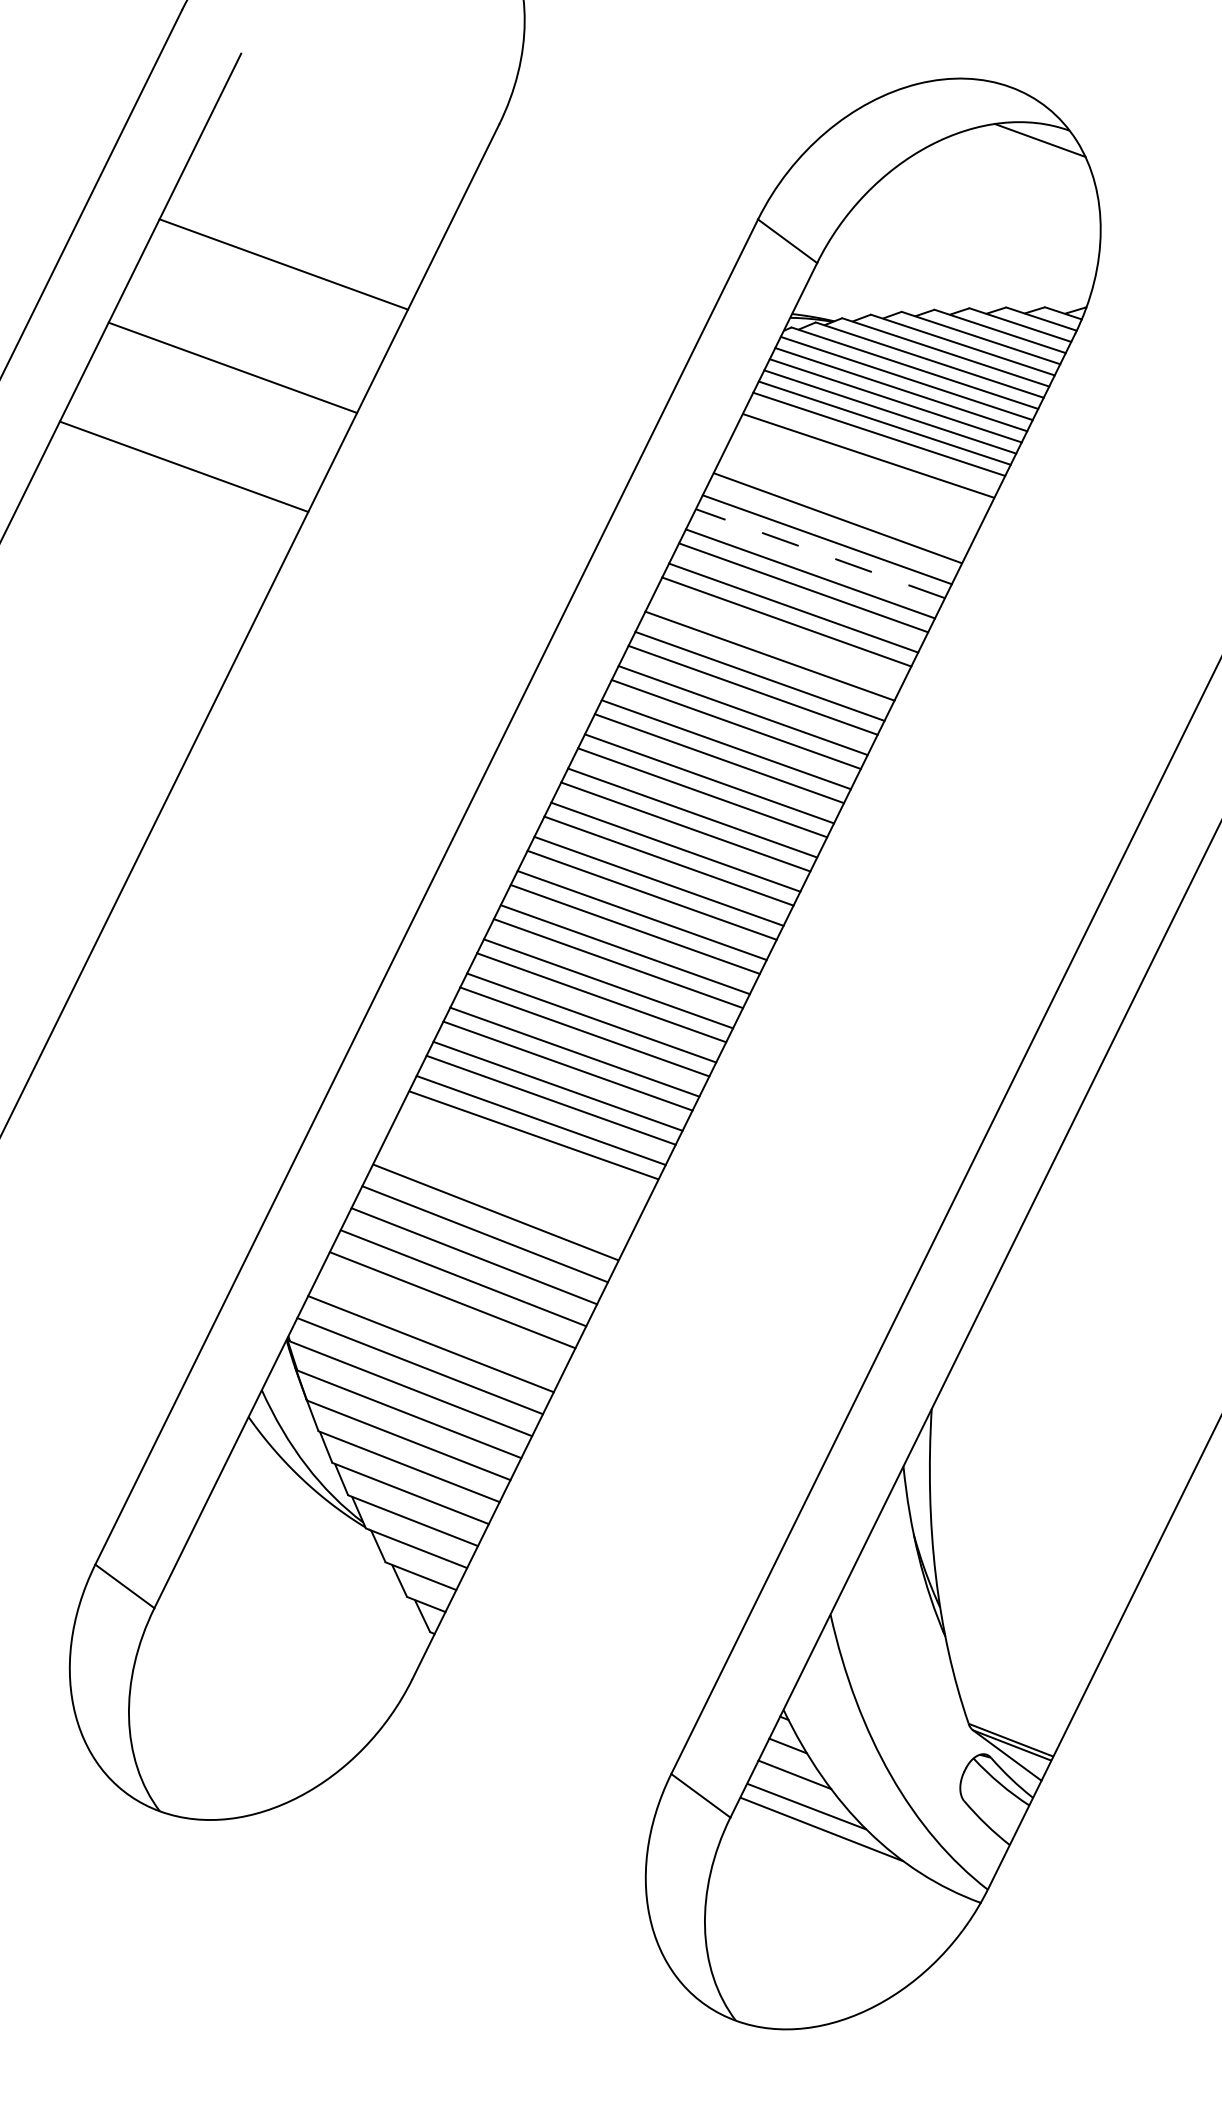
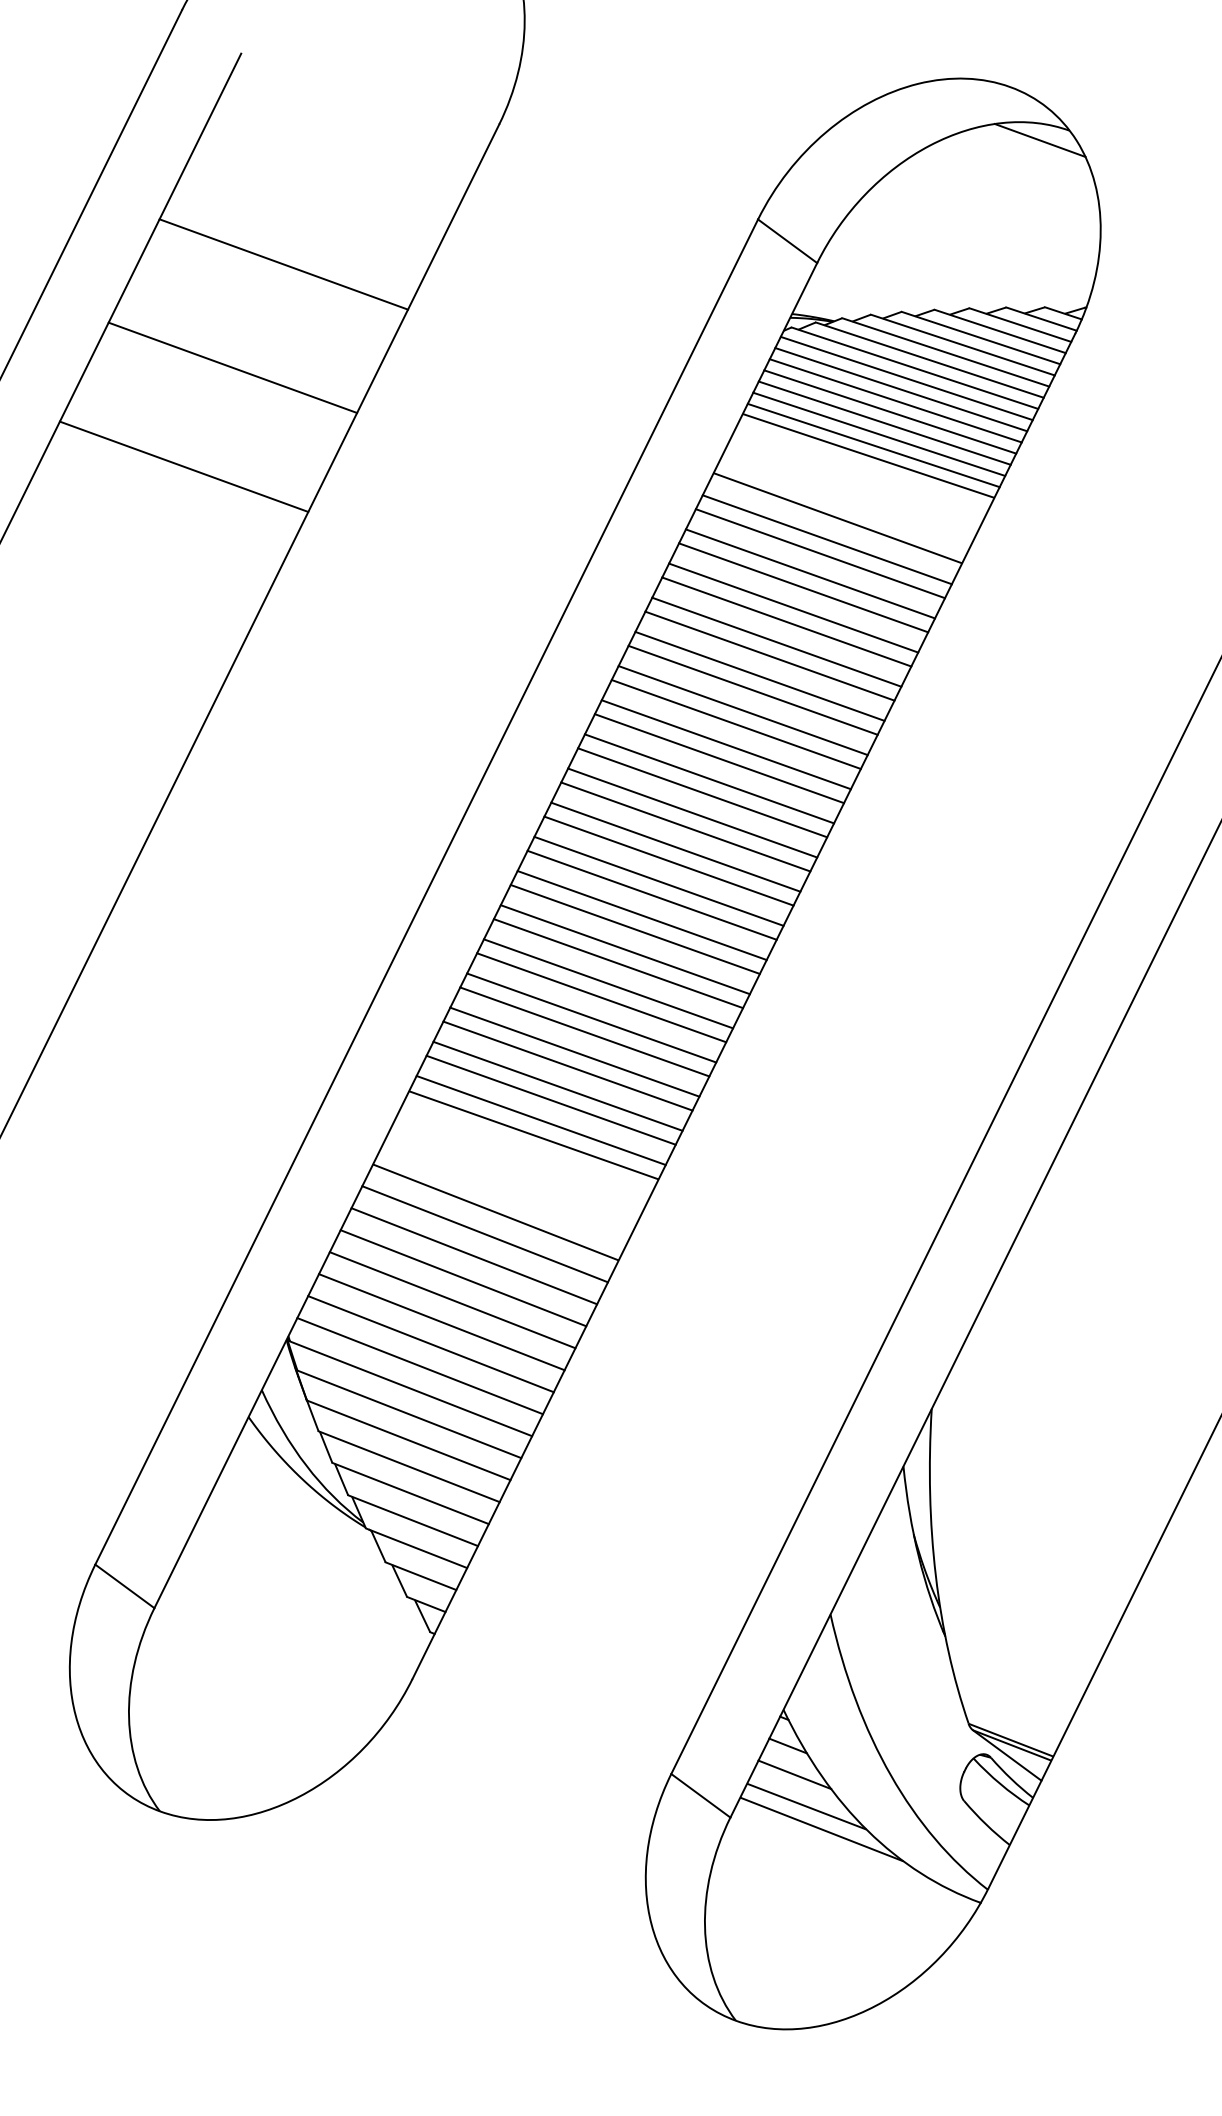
line at (873, 445): none -> present
line at (820, 553): dashed -> solid
line at (776, 641): none -> present
line at (441, 1322): none -> present
